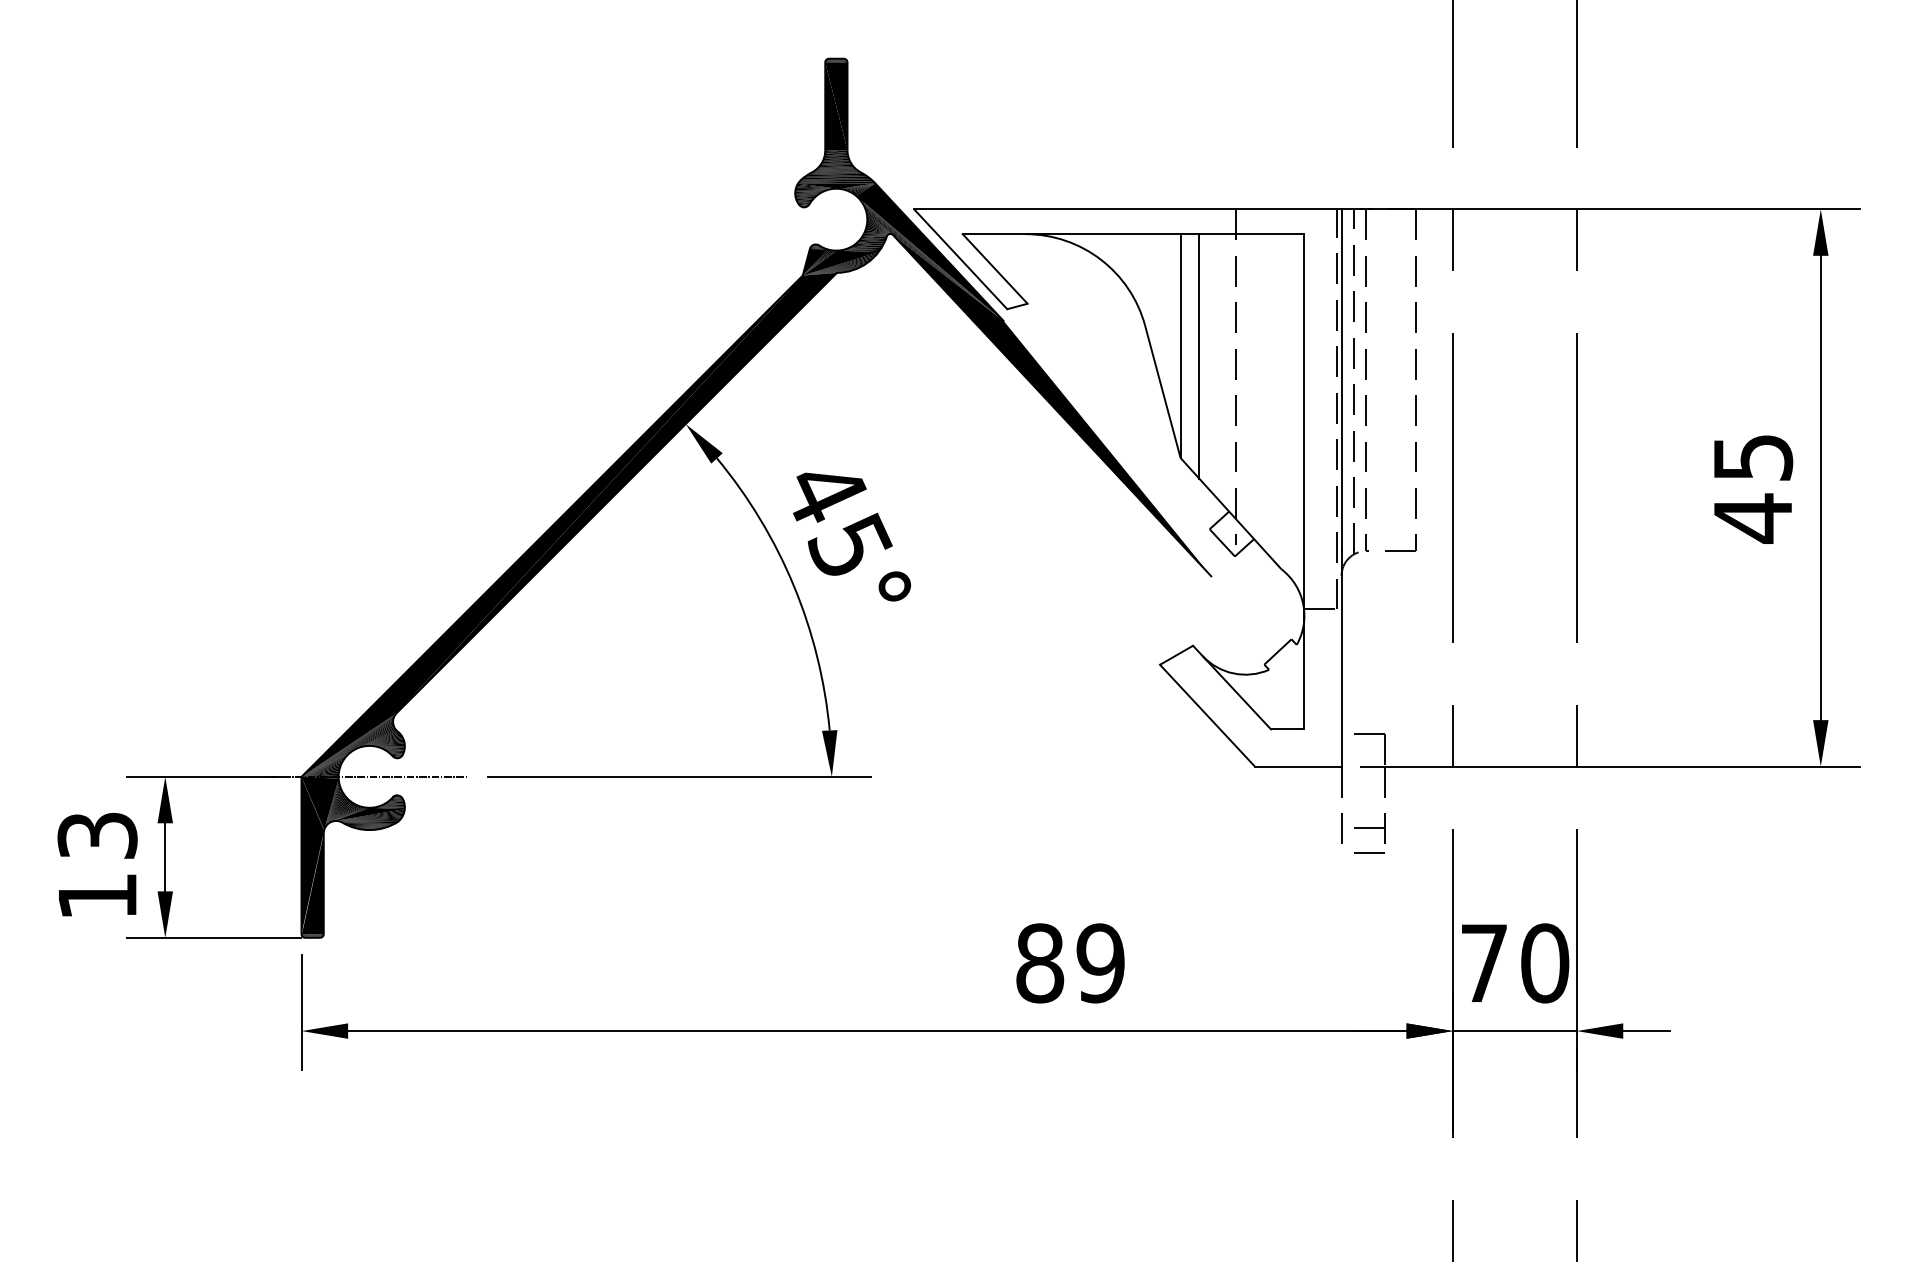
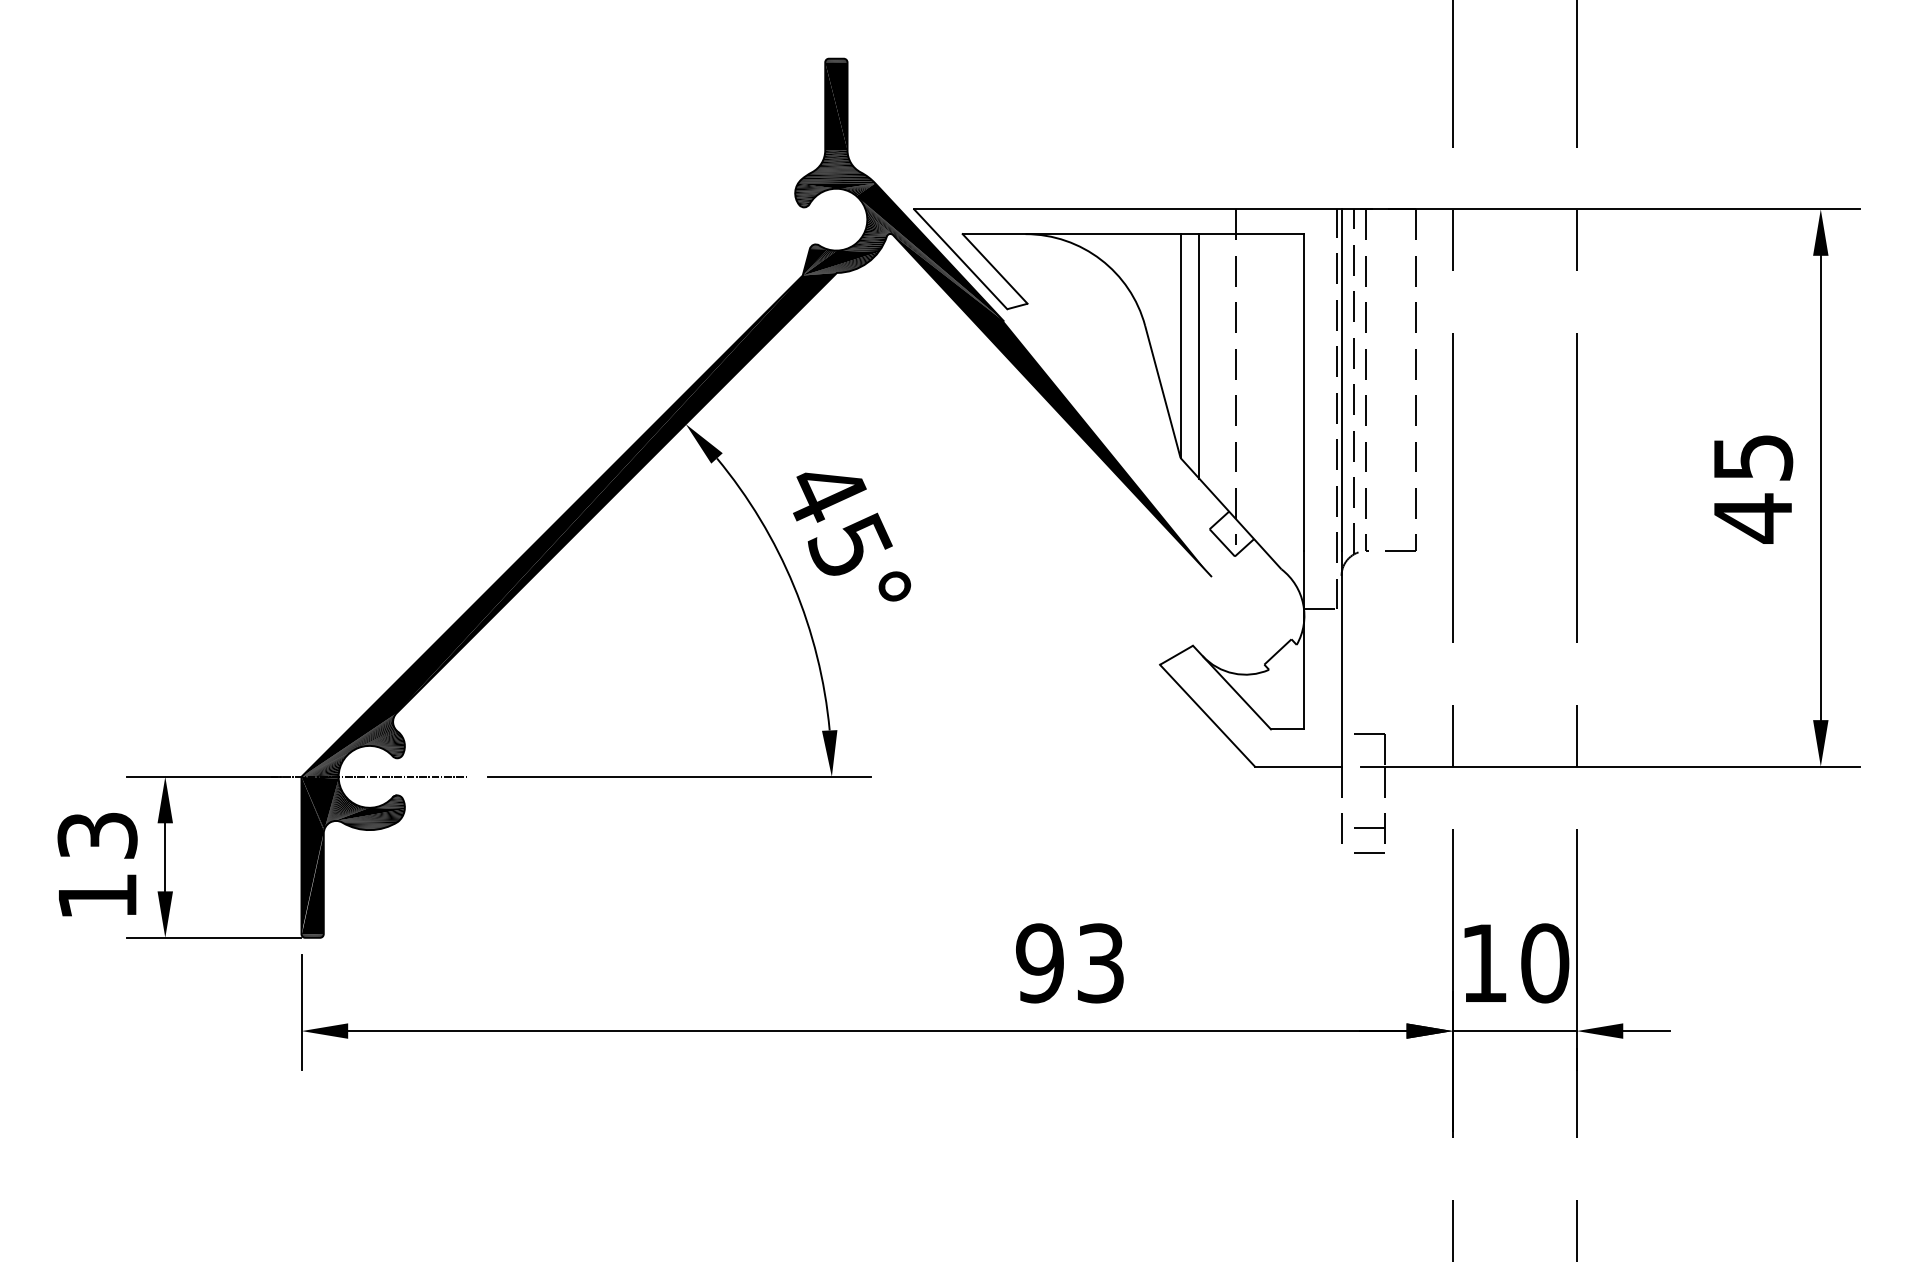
text at (1484, 962): 70 -> 10
text at (1070, 963): 89 -> 93
